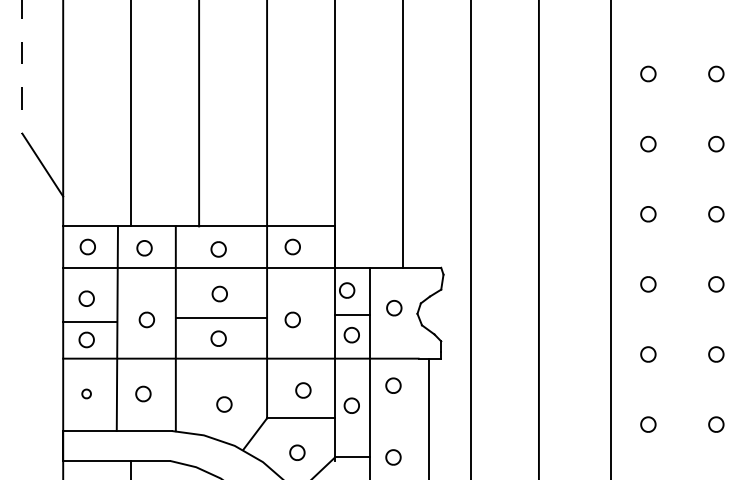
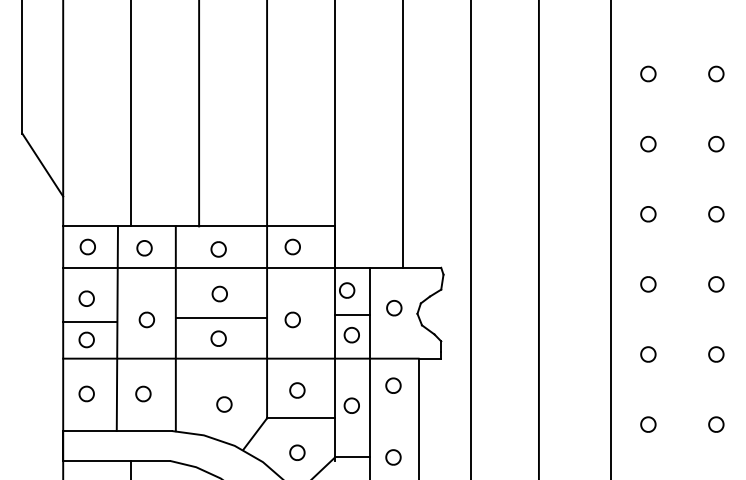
line at (22, 66): dashed -> solid
part at (303, 390) position: (303, 390) -> (297, 390)
part at (86, 393) size: 11x12 px -> 17x18 px
line at (428, 417) position: (428, 417) -> (418, 417)
